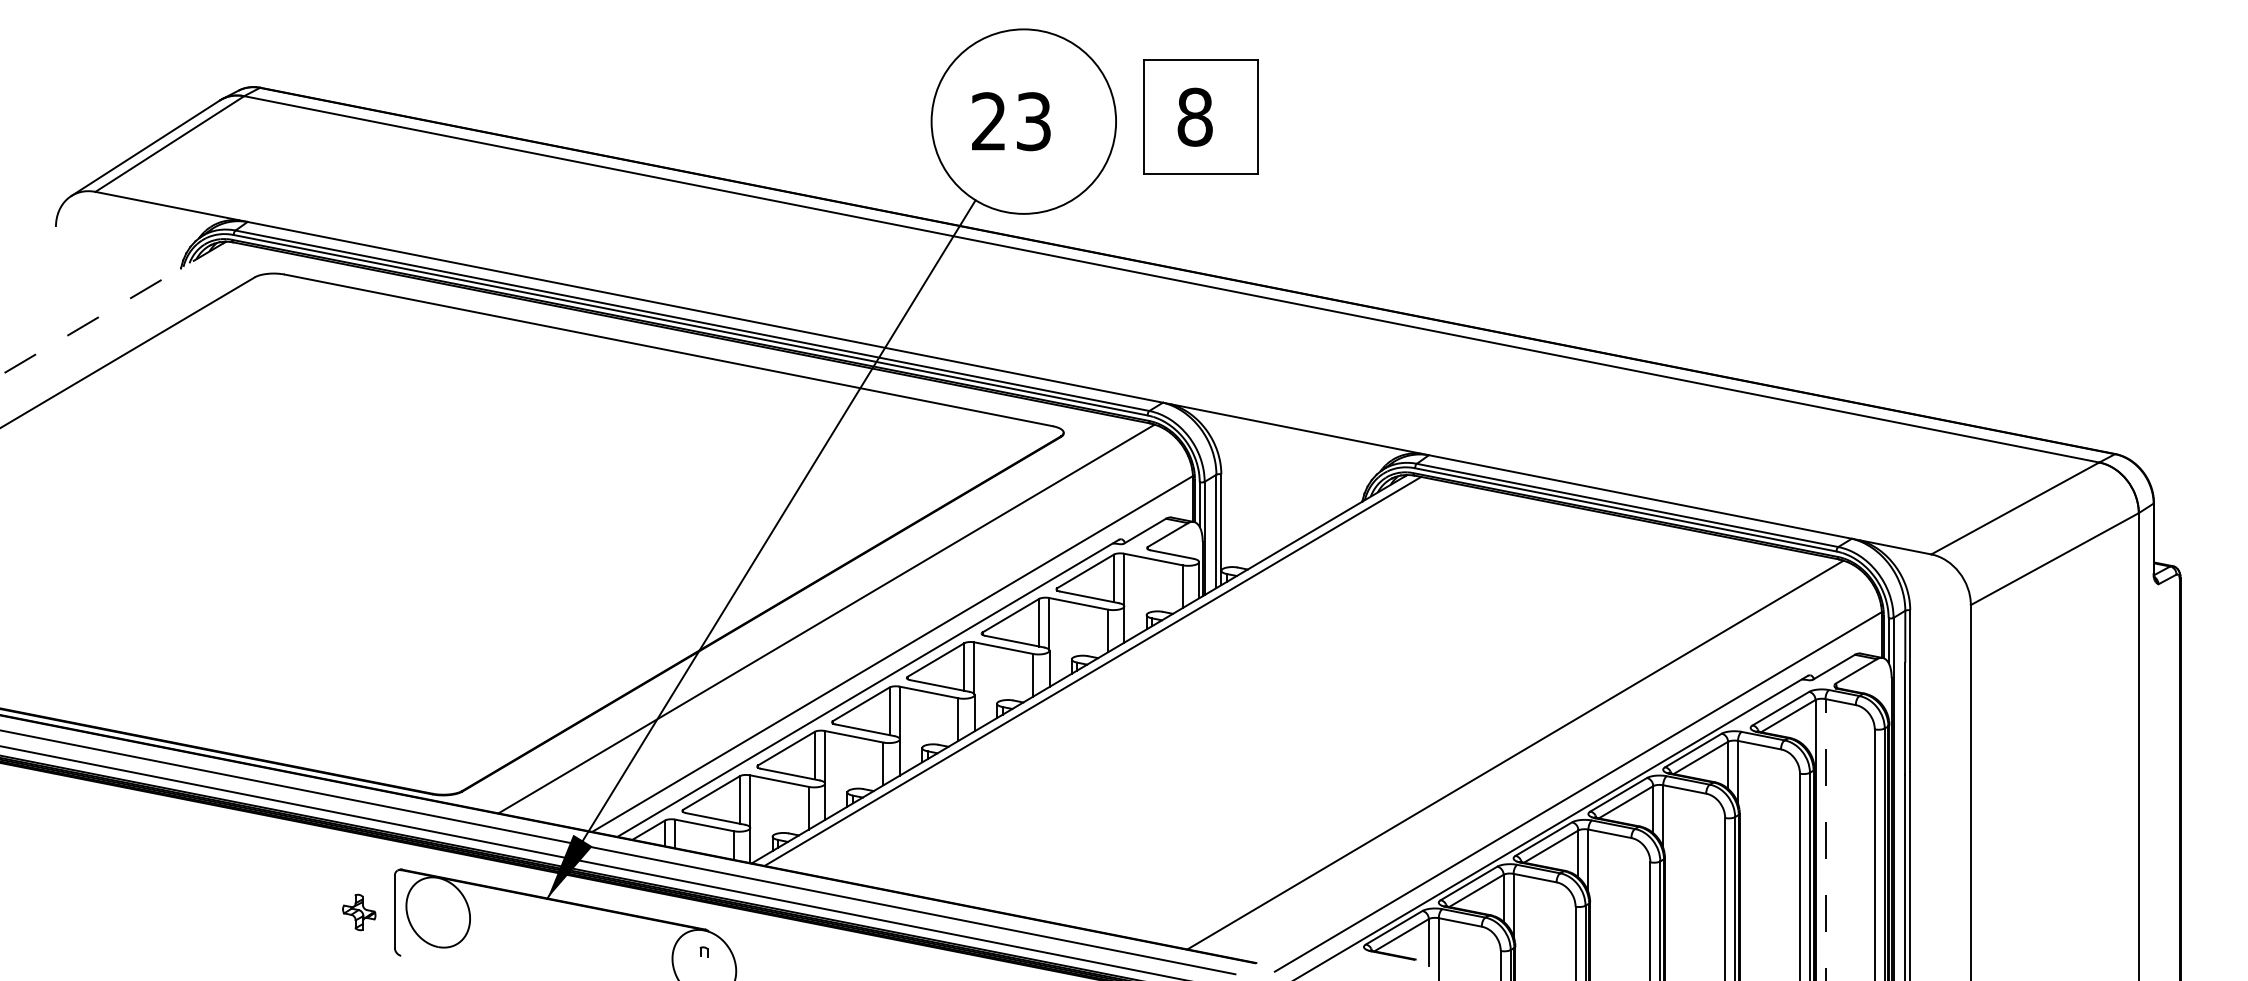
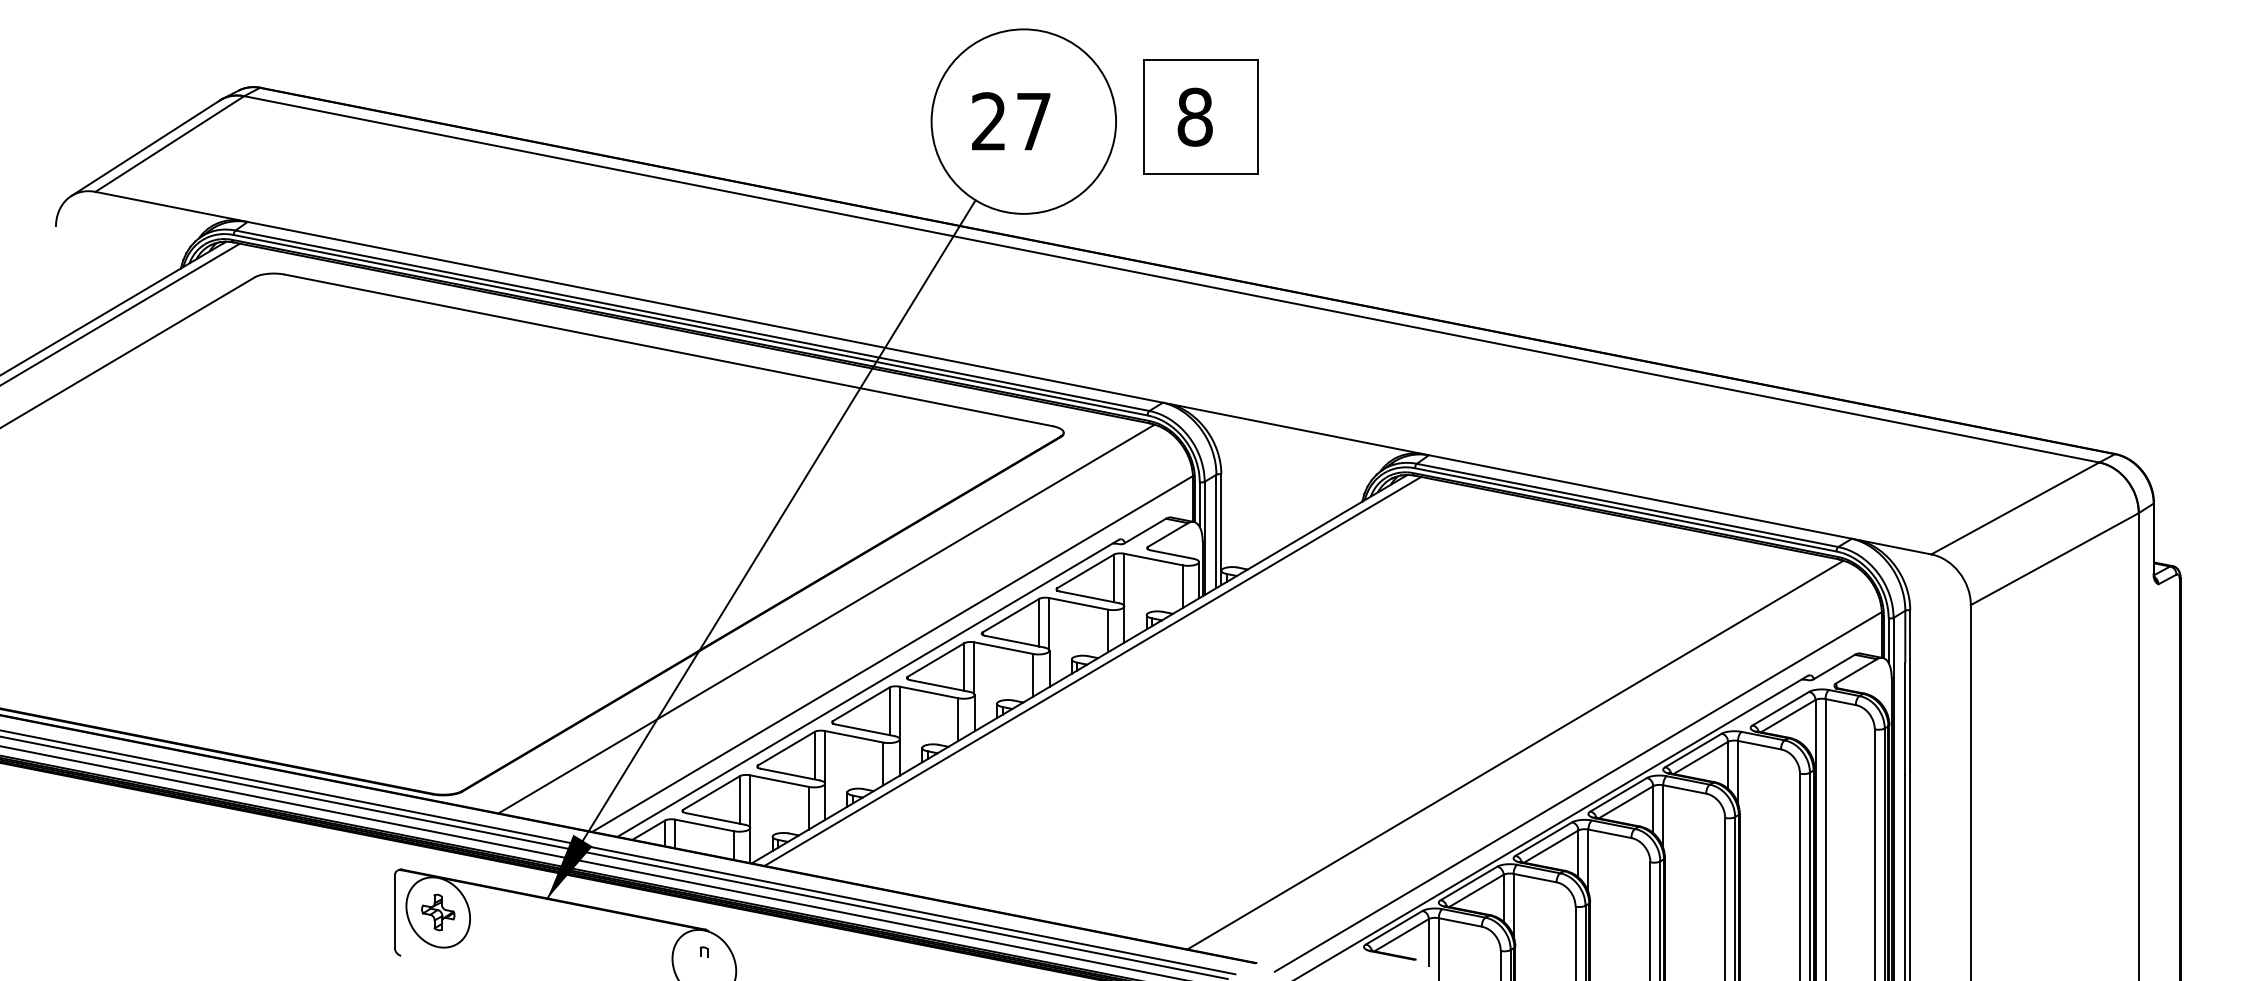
text at (1033, 121): 23 -> 27
line at (111, 309): dashed -> solid
line at (120, 313): none -> present
line at (1825, 840): dashed -> solid
line at (611, 857): none -> present
part at (359, 912) position: (359, 912) -> (438, 912)
